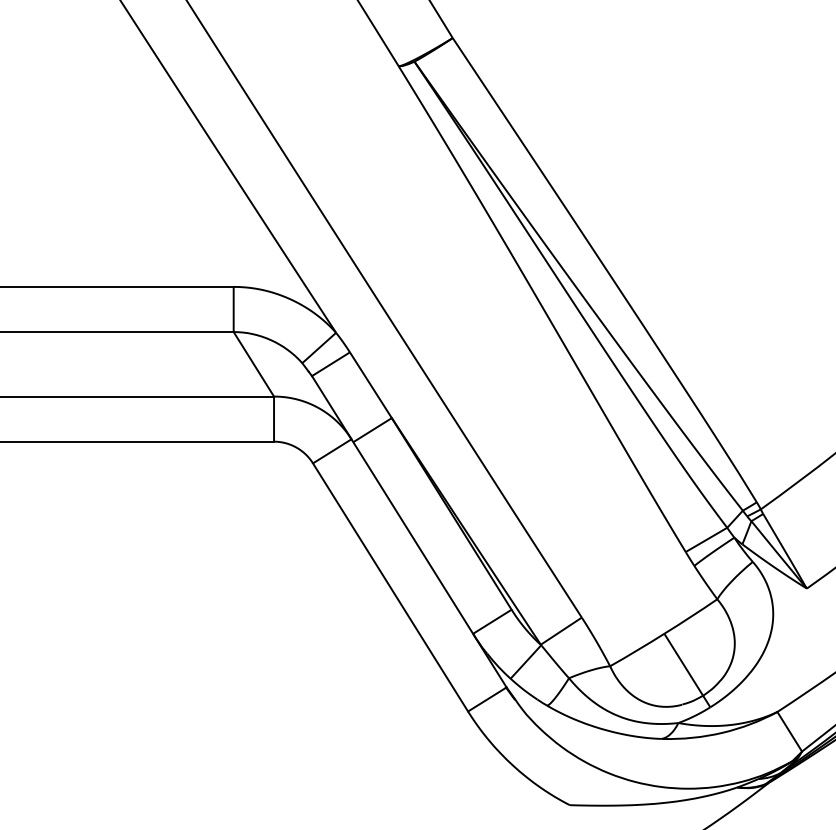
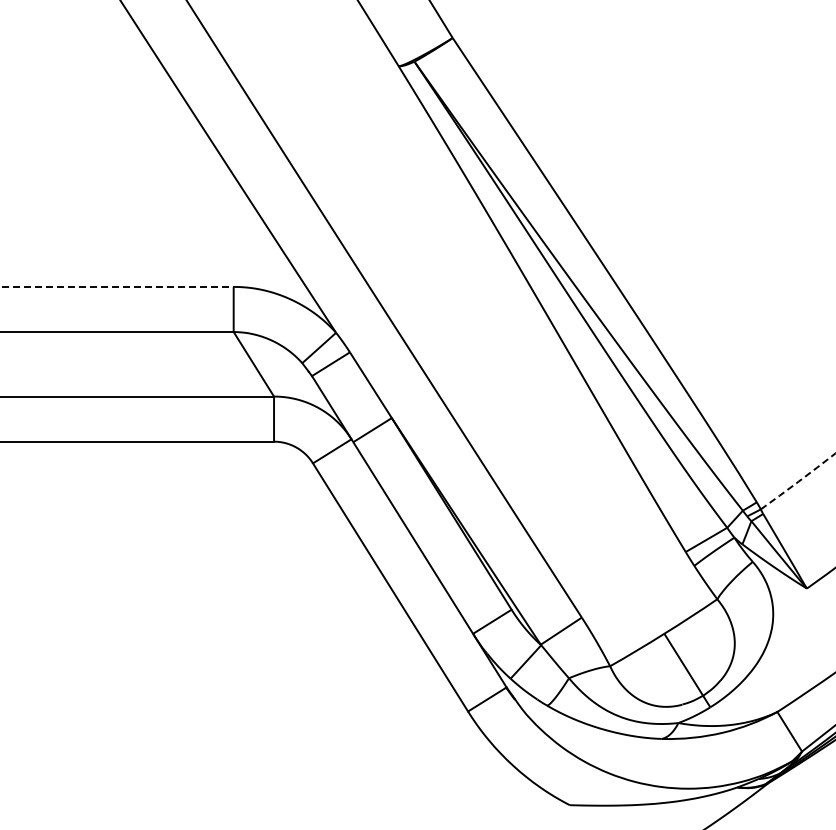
line at (117, 286): solid -> dashed
arc at (798, 481): solid -> dashed
